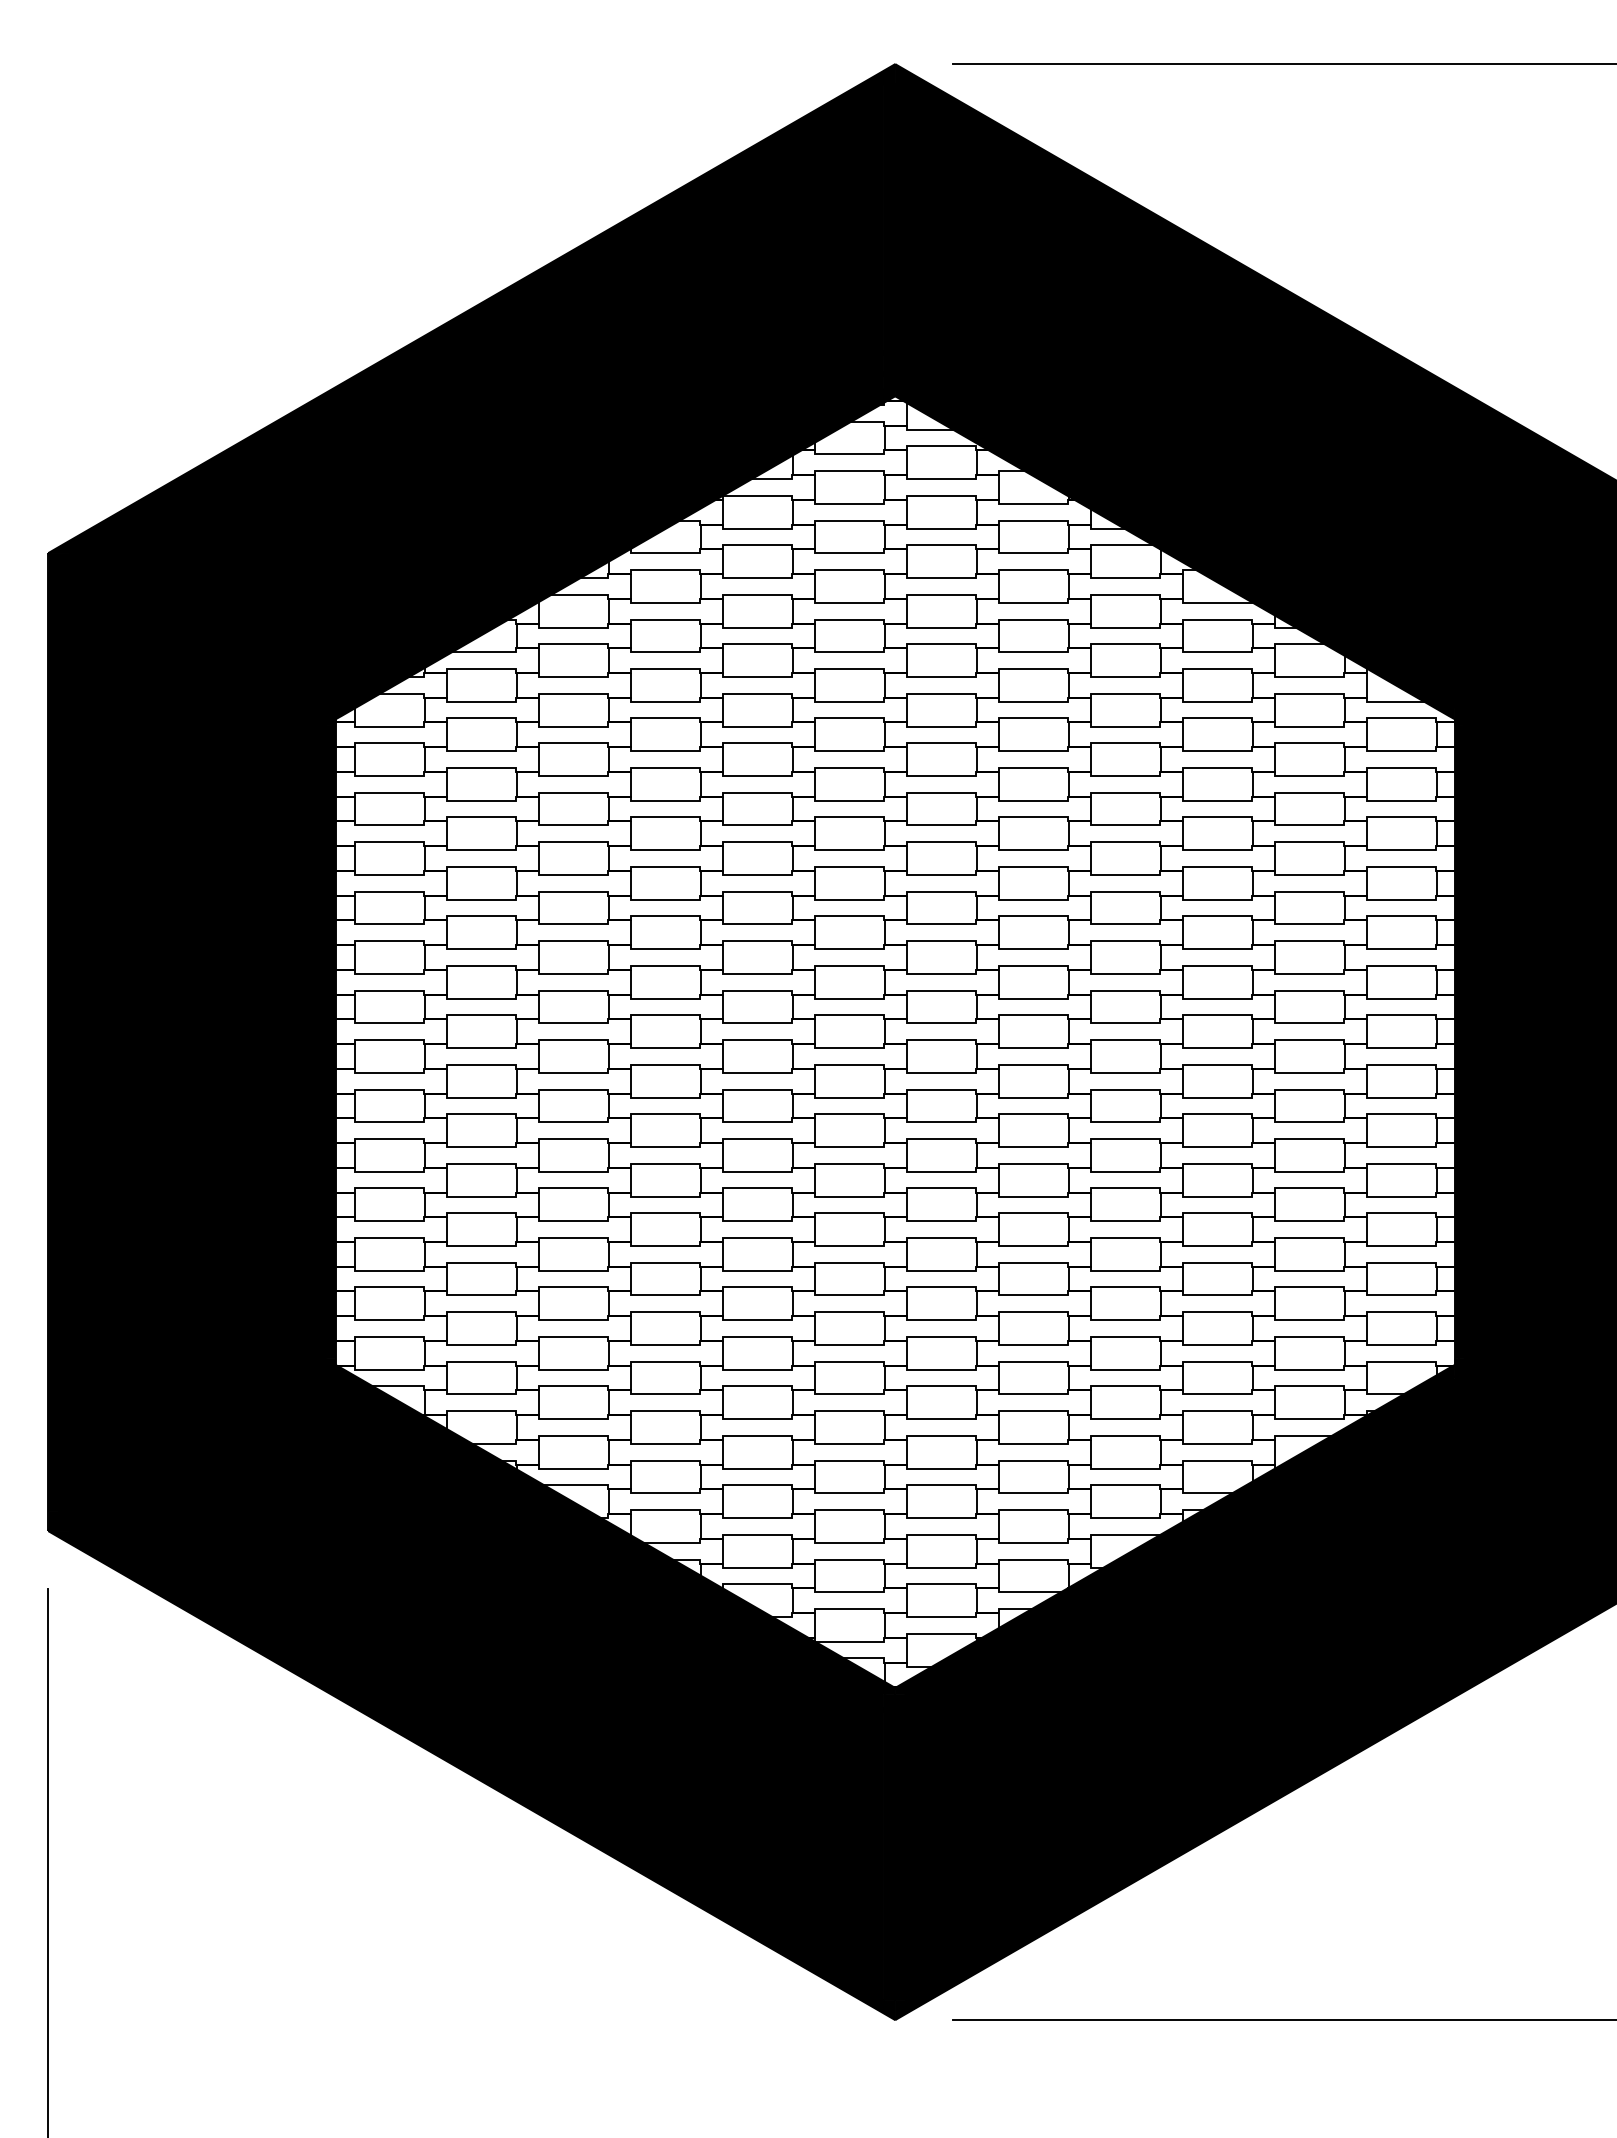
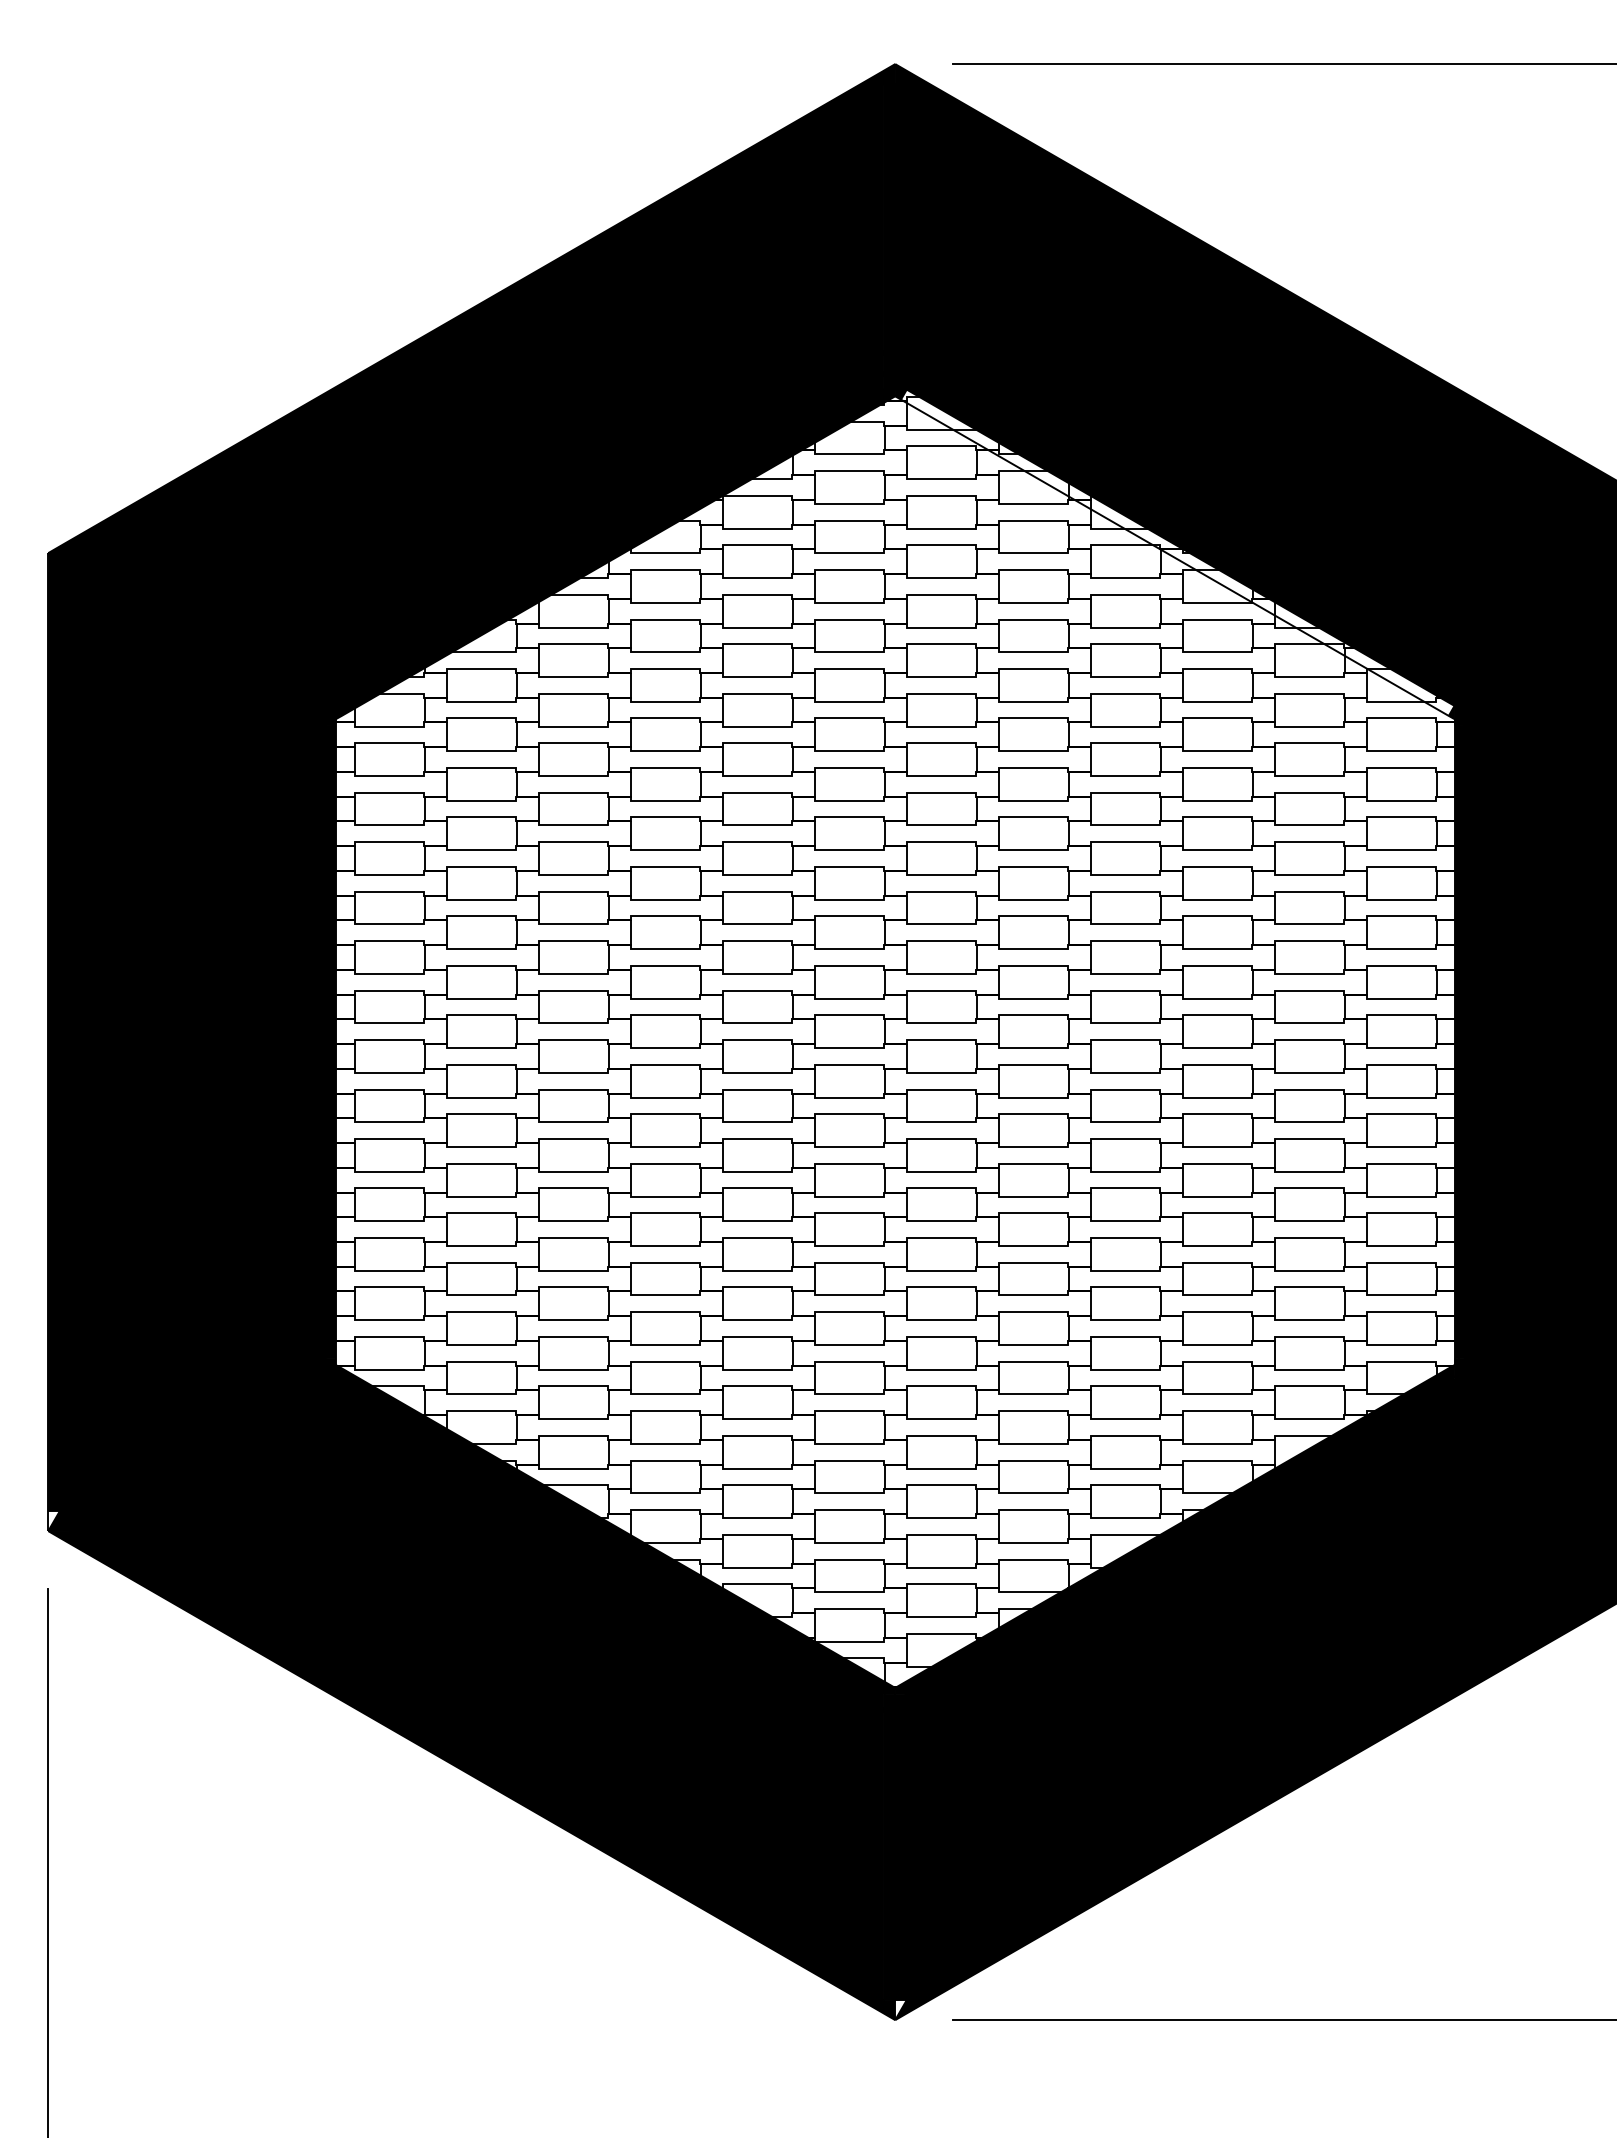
fill at (1177, 552): present -> none
fill at (53, 1521): present -> none
fill at (900, 2010): present -> none
